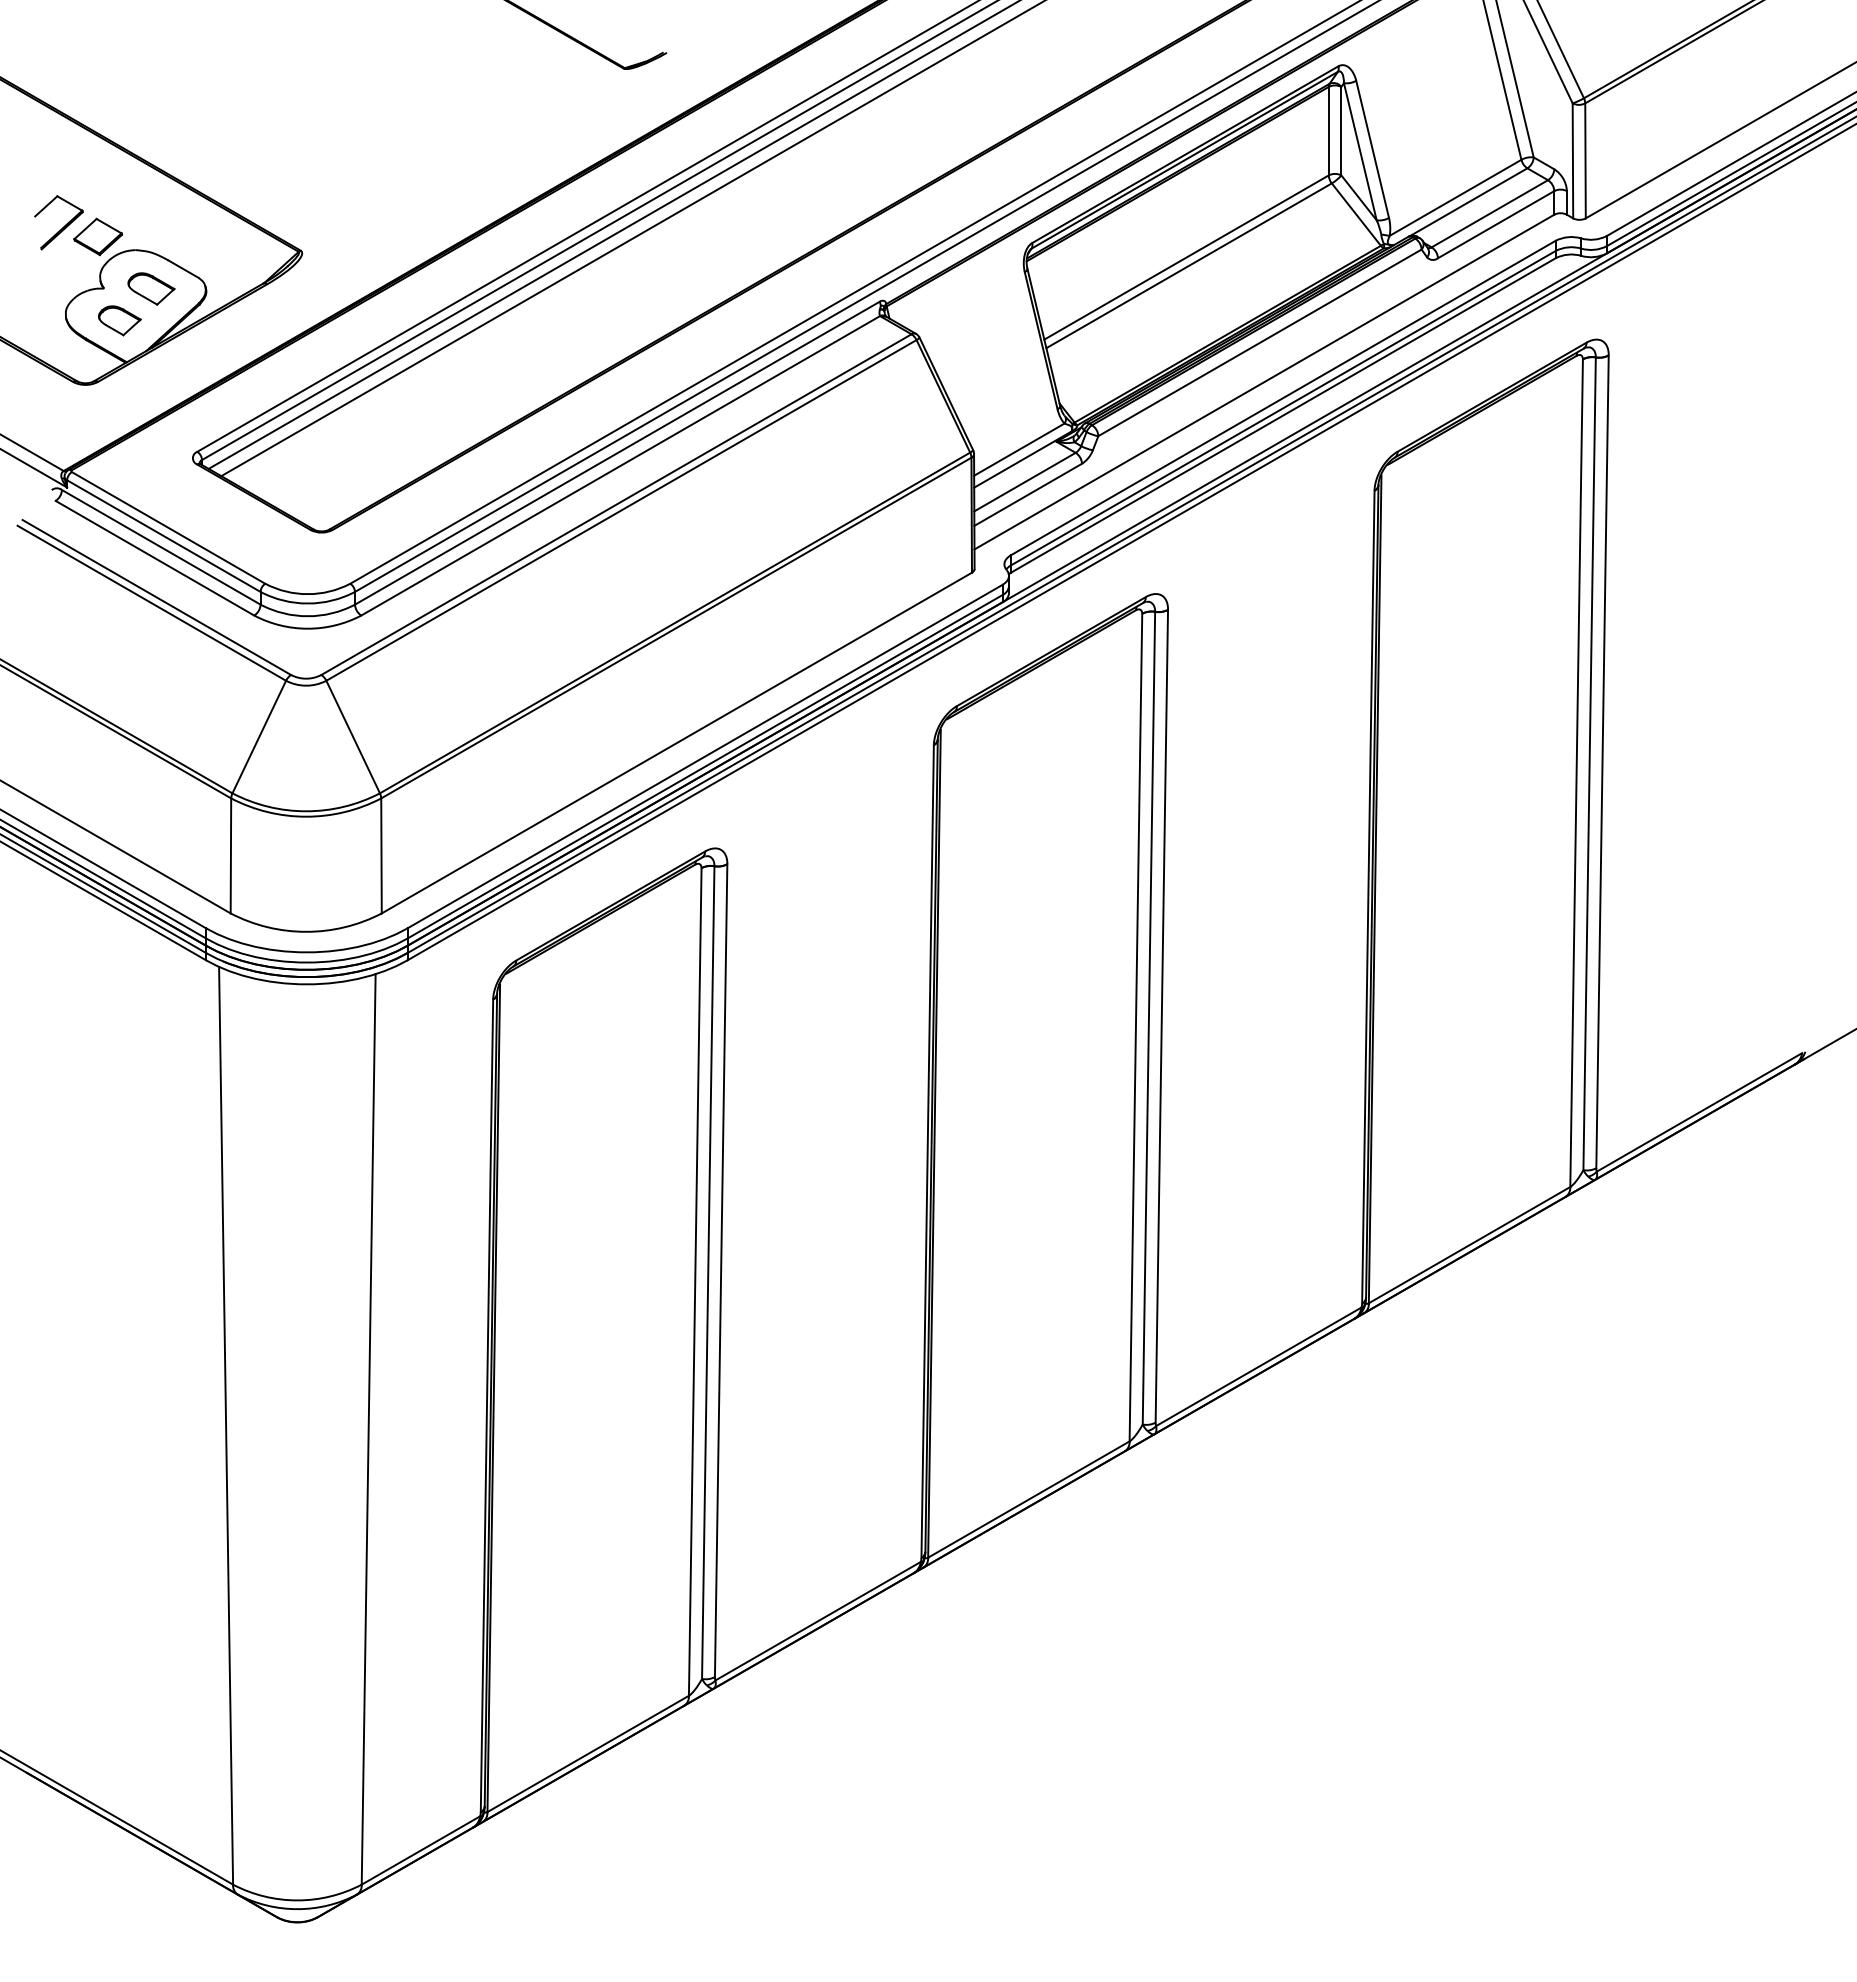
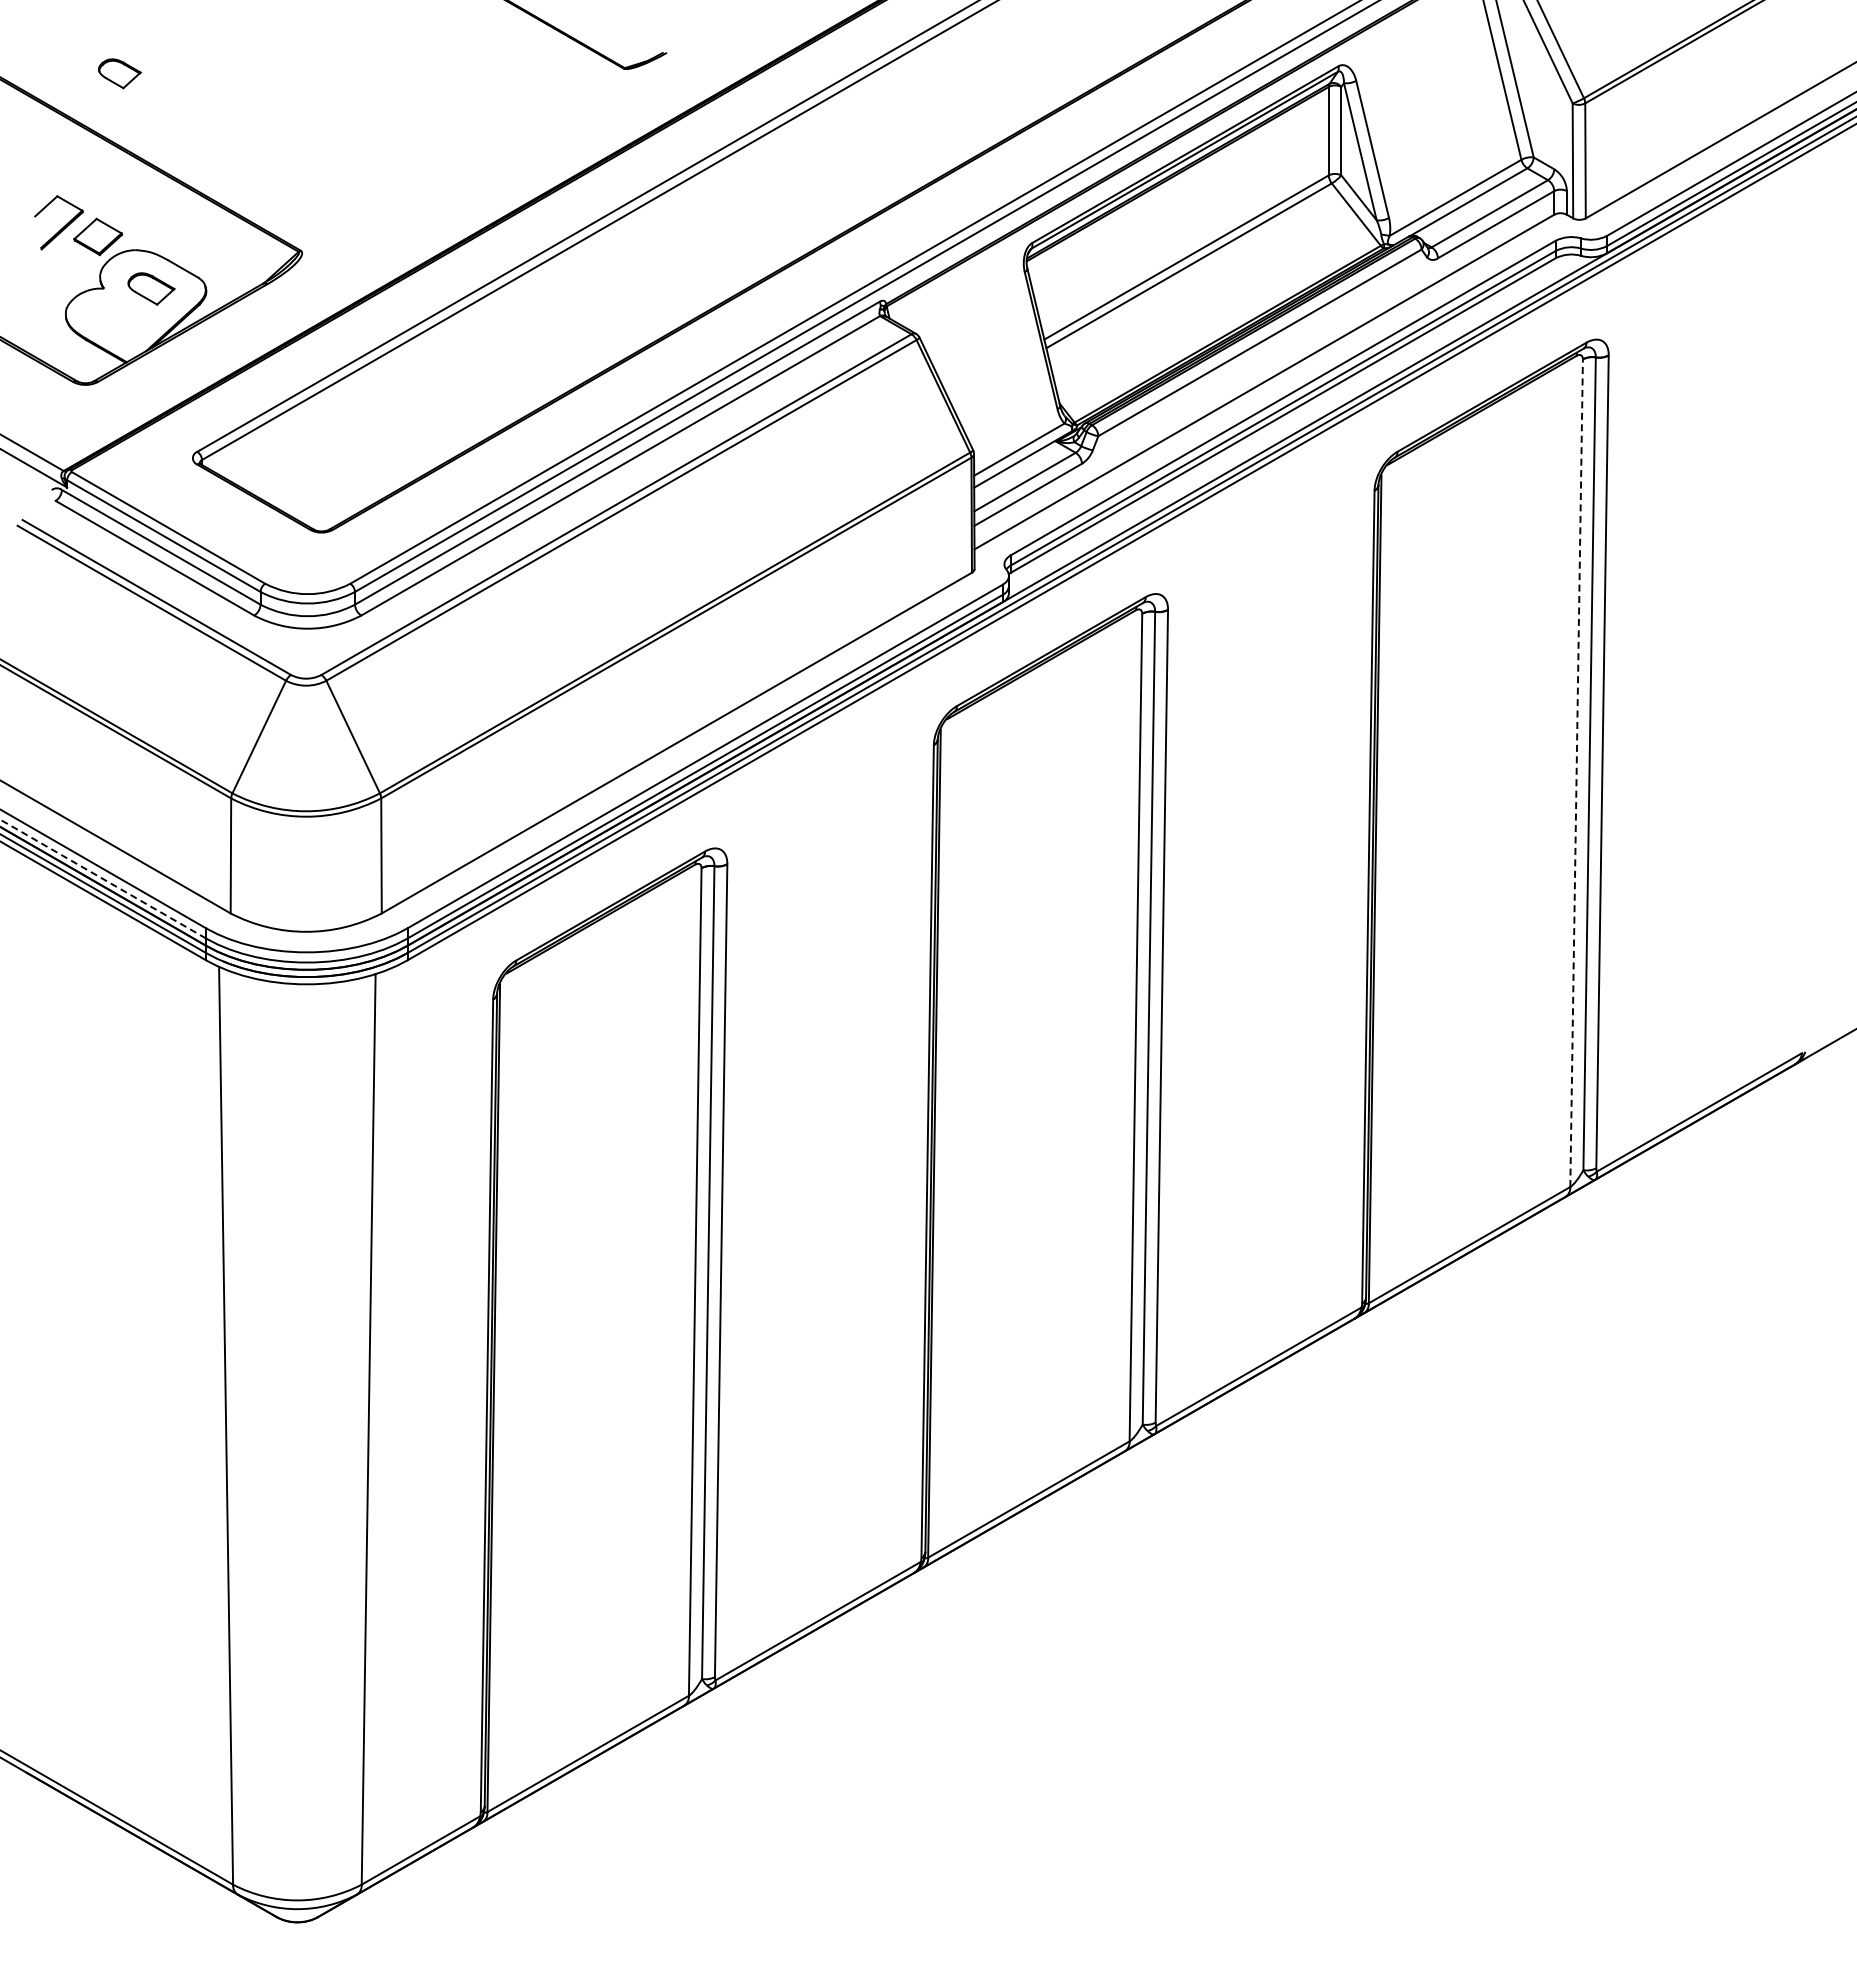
line at (612, 235): present -> none
line at (631, 239): present -> none
part at (119, 320) position: (119, 320) -> (119, 73)
line at (1576, 773): solid -> dashed
line at (103, 879): solid -> dashed
